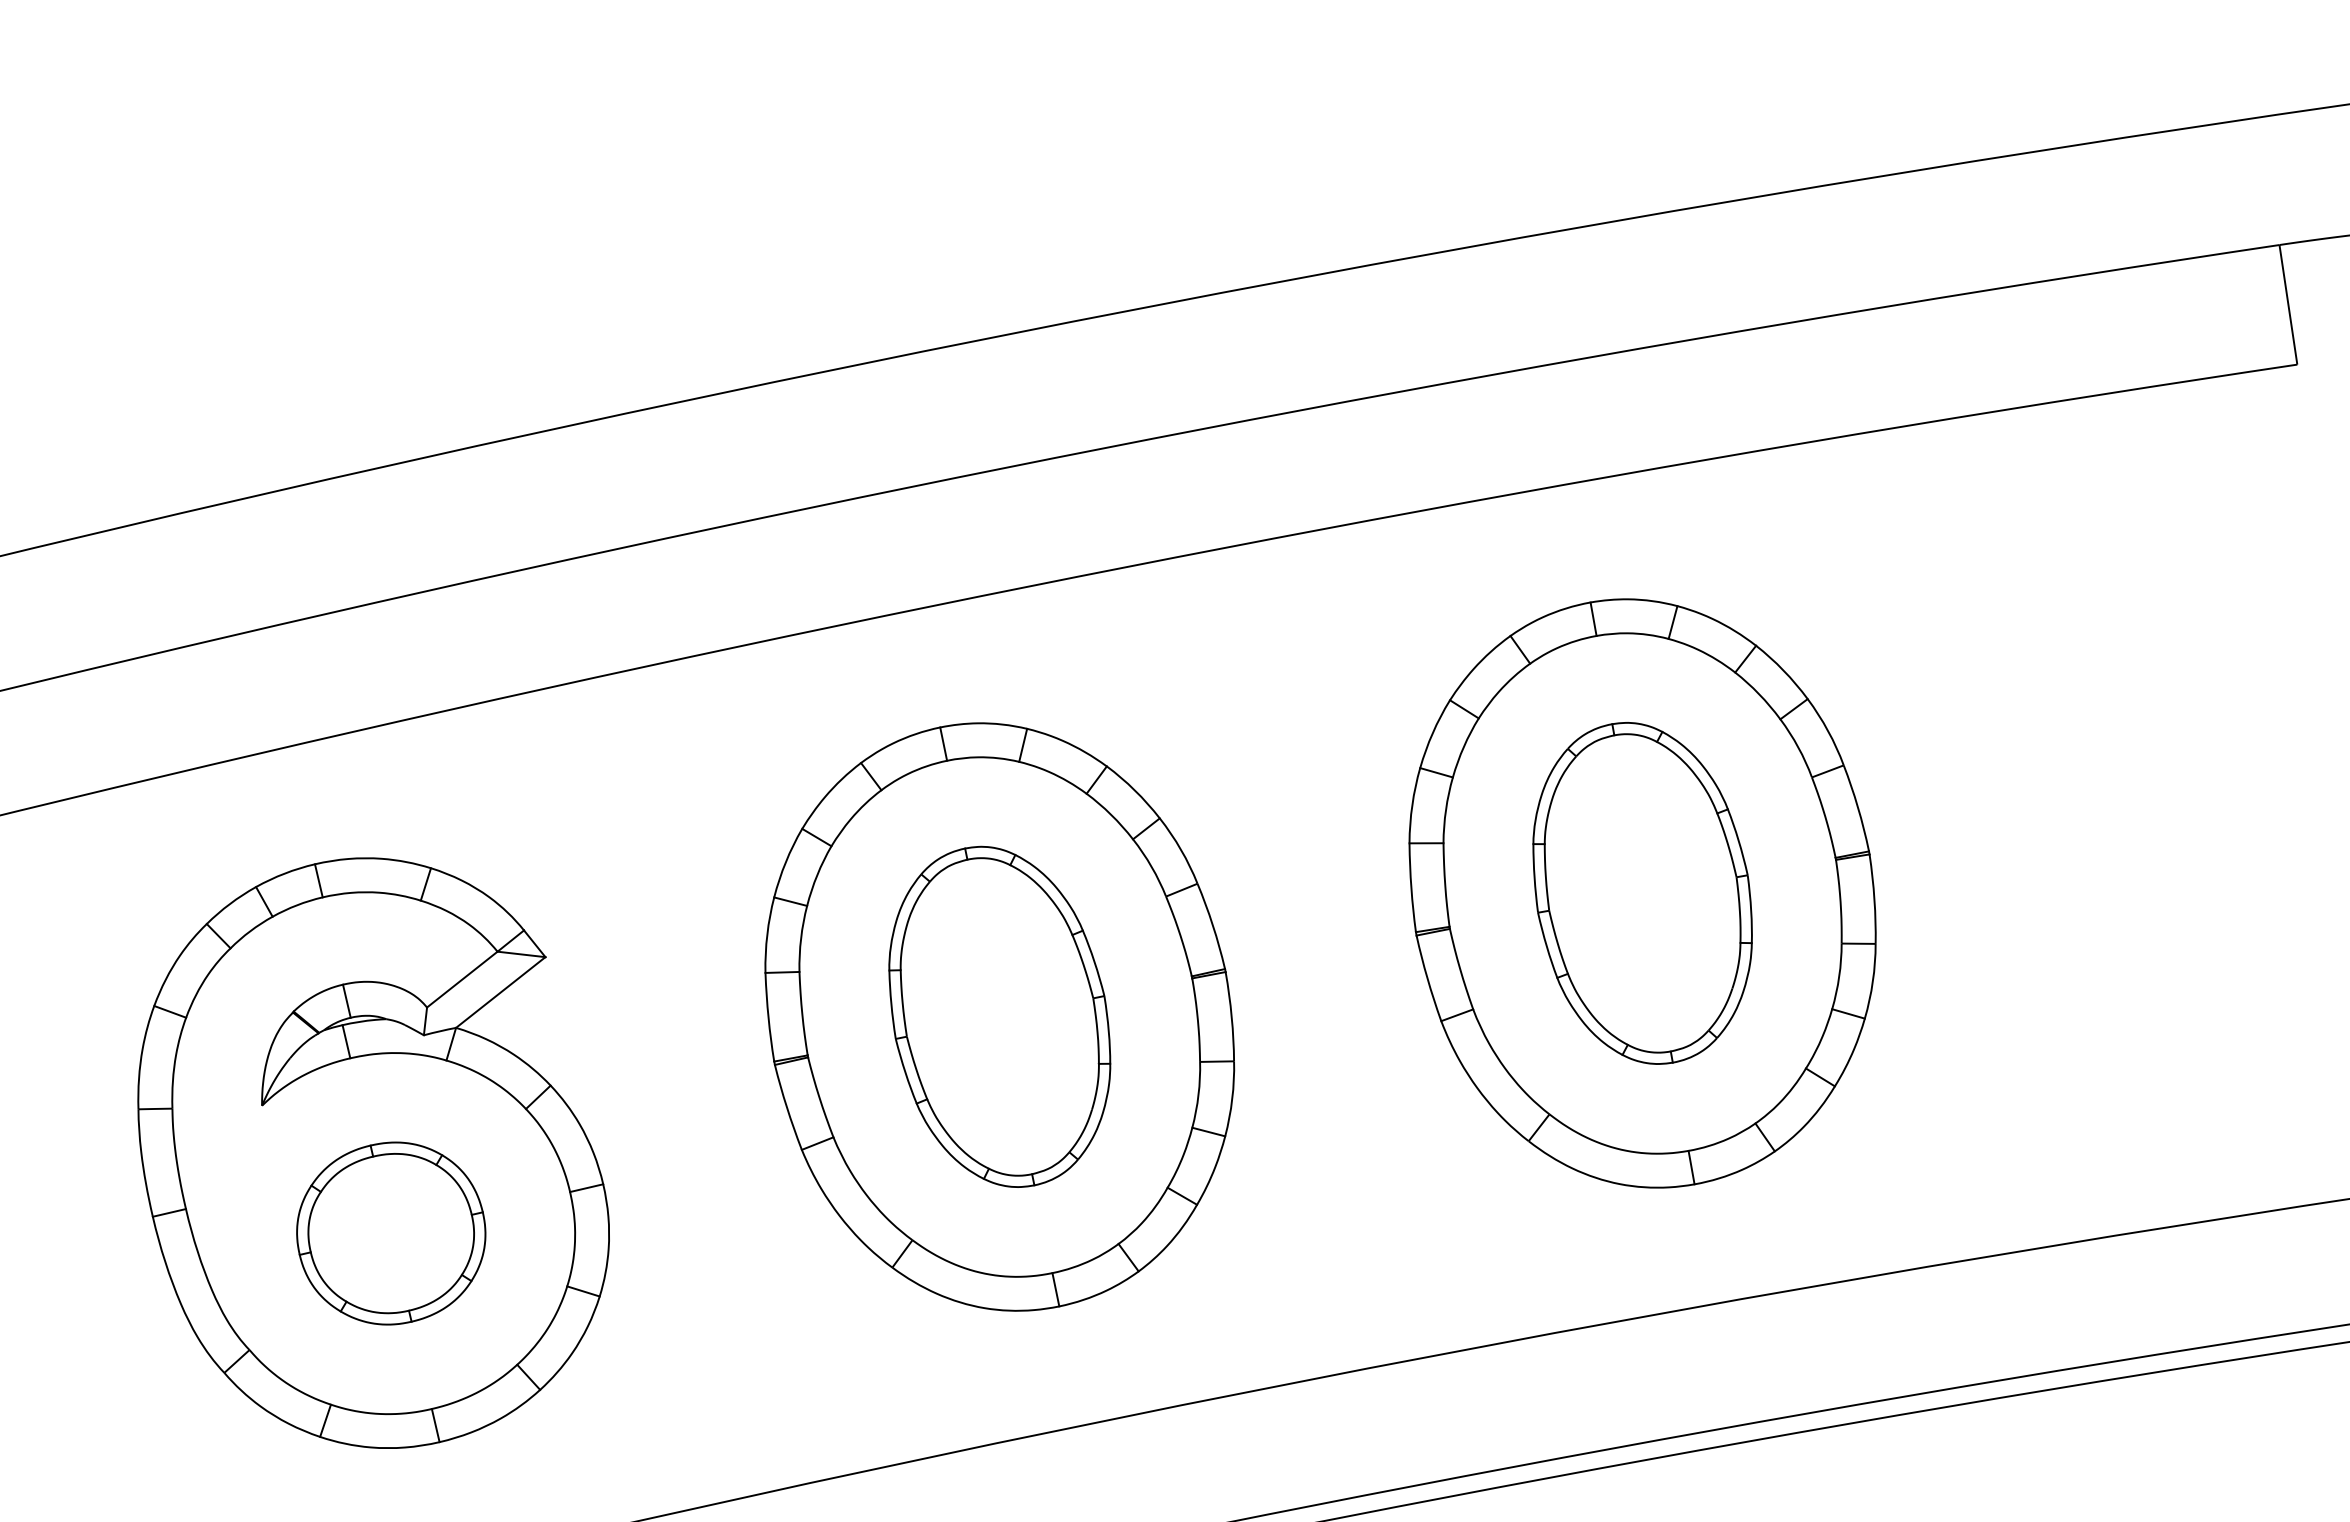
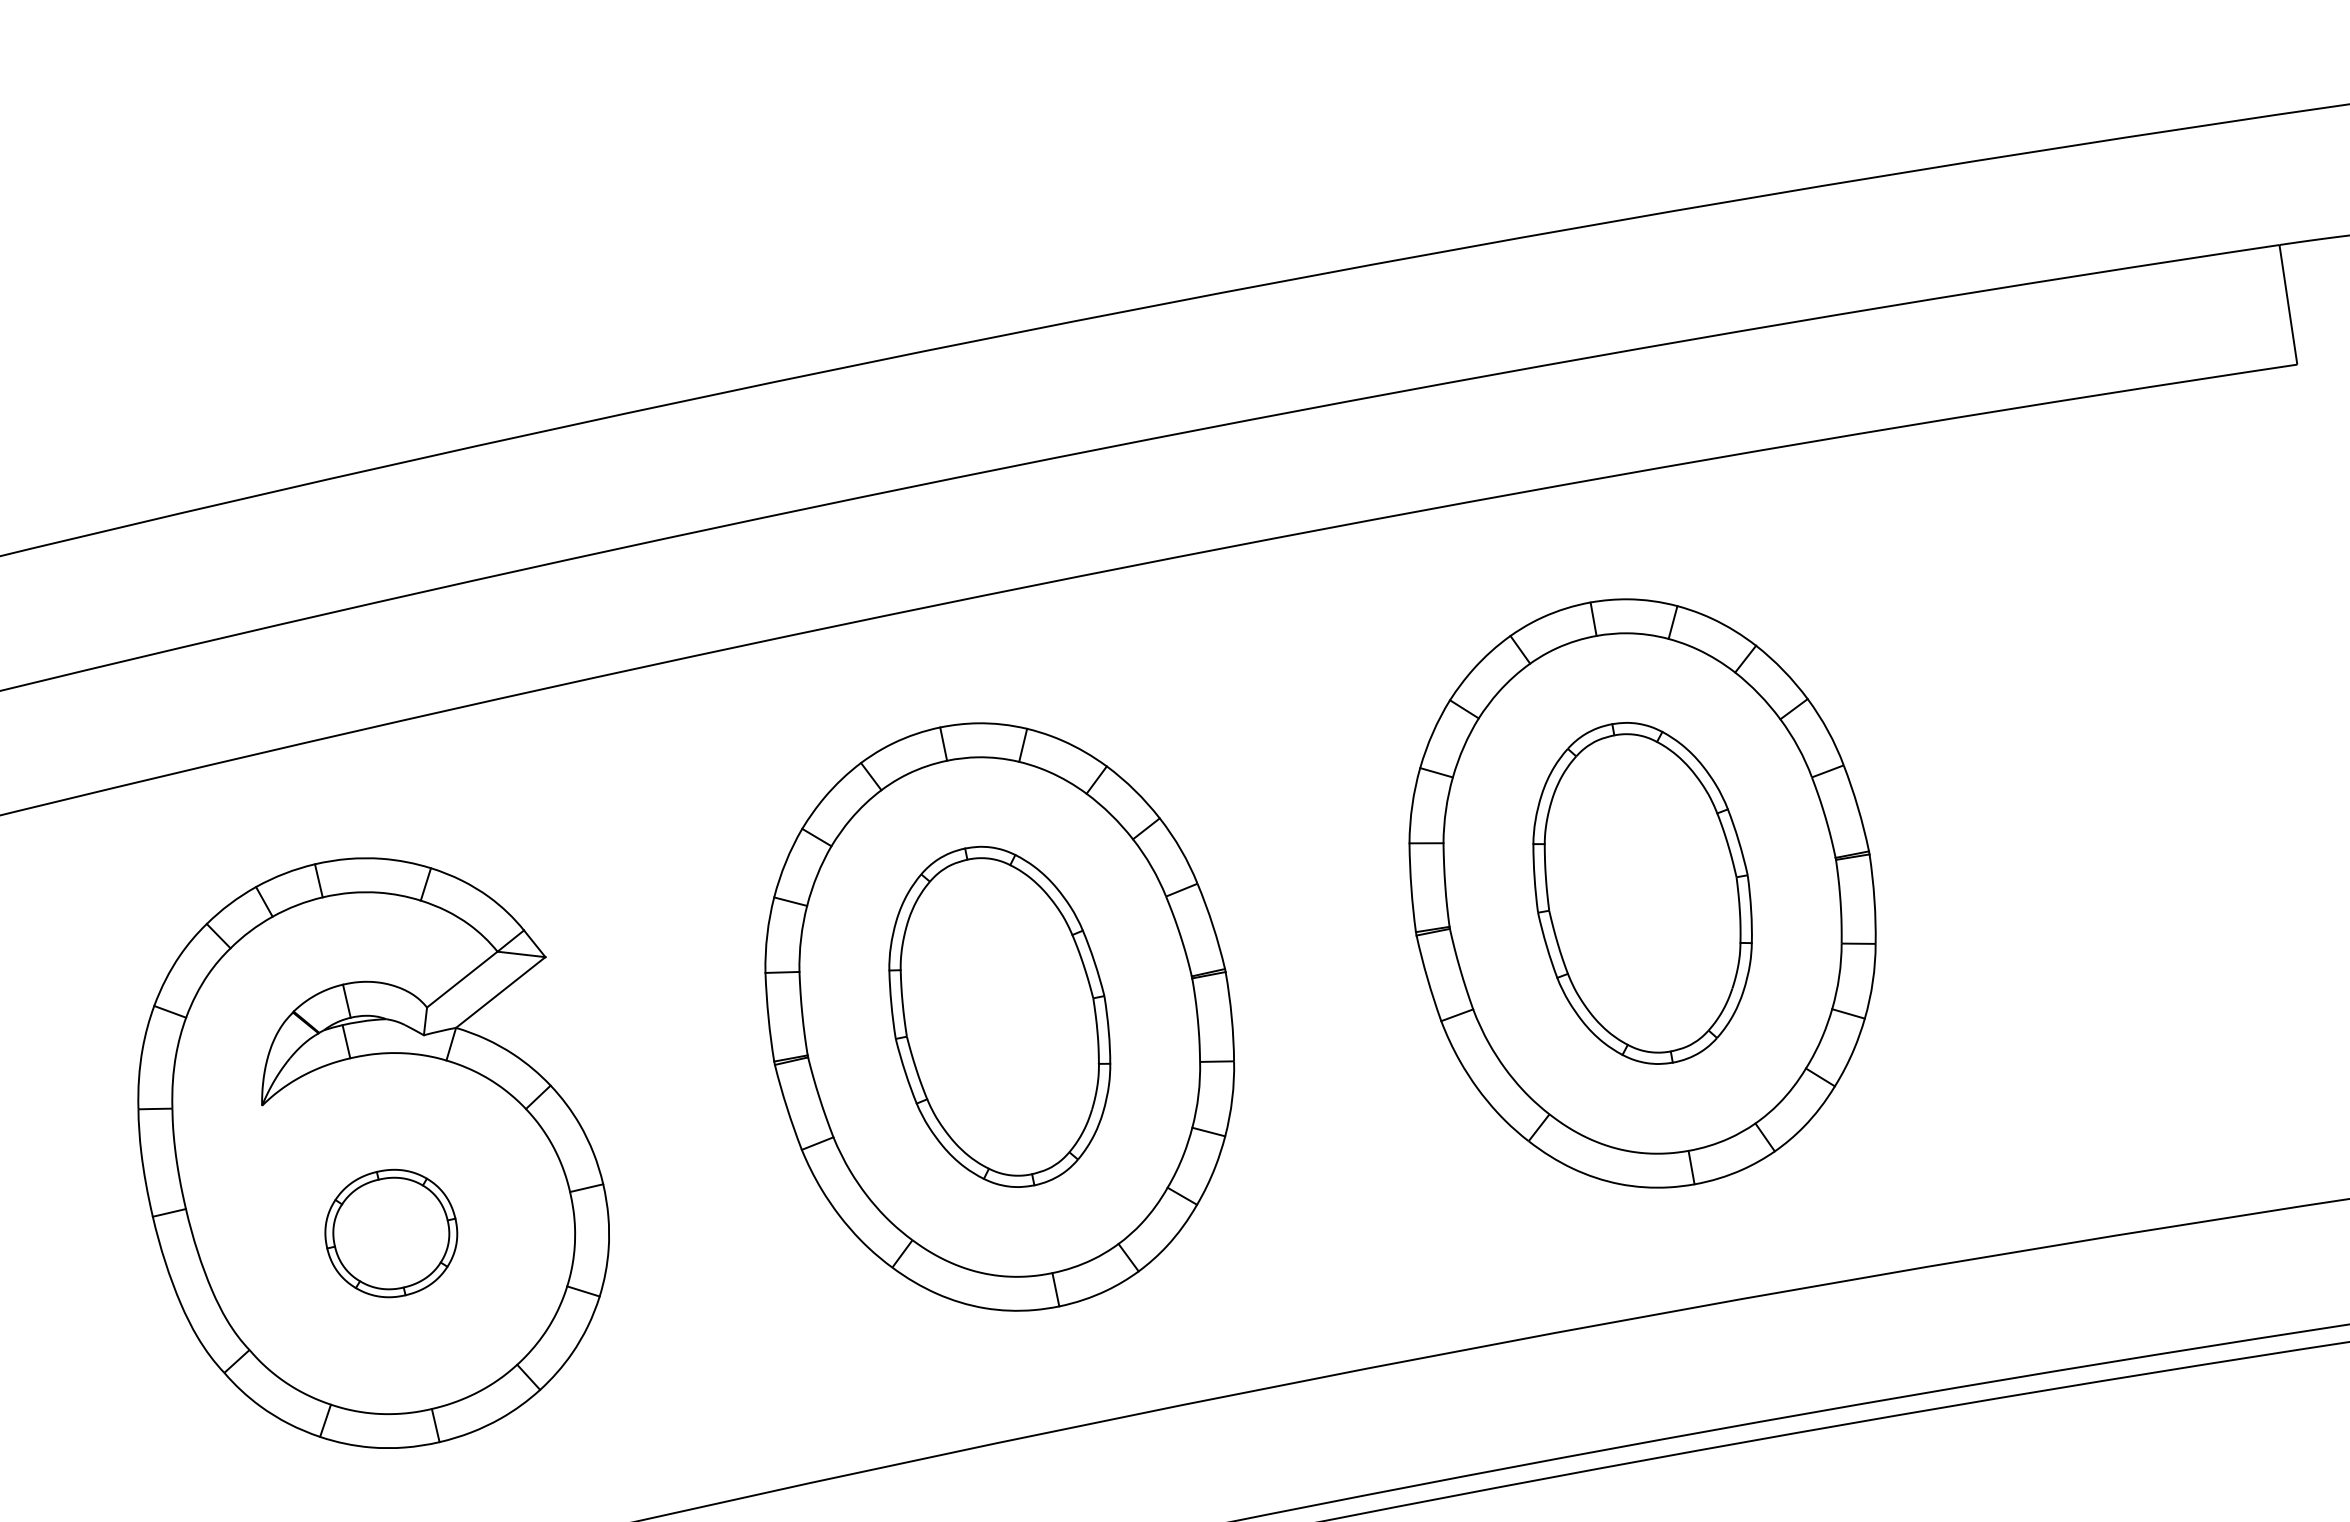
part at (391, 1233) size: 191x185 px -> 135x131 px
